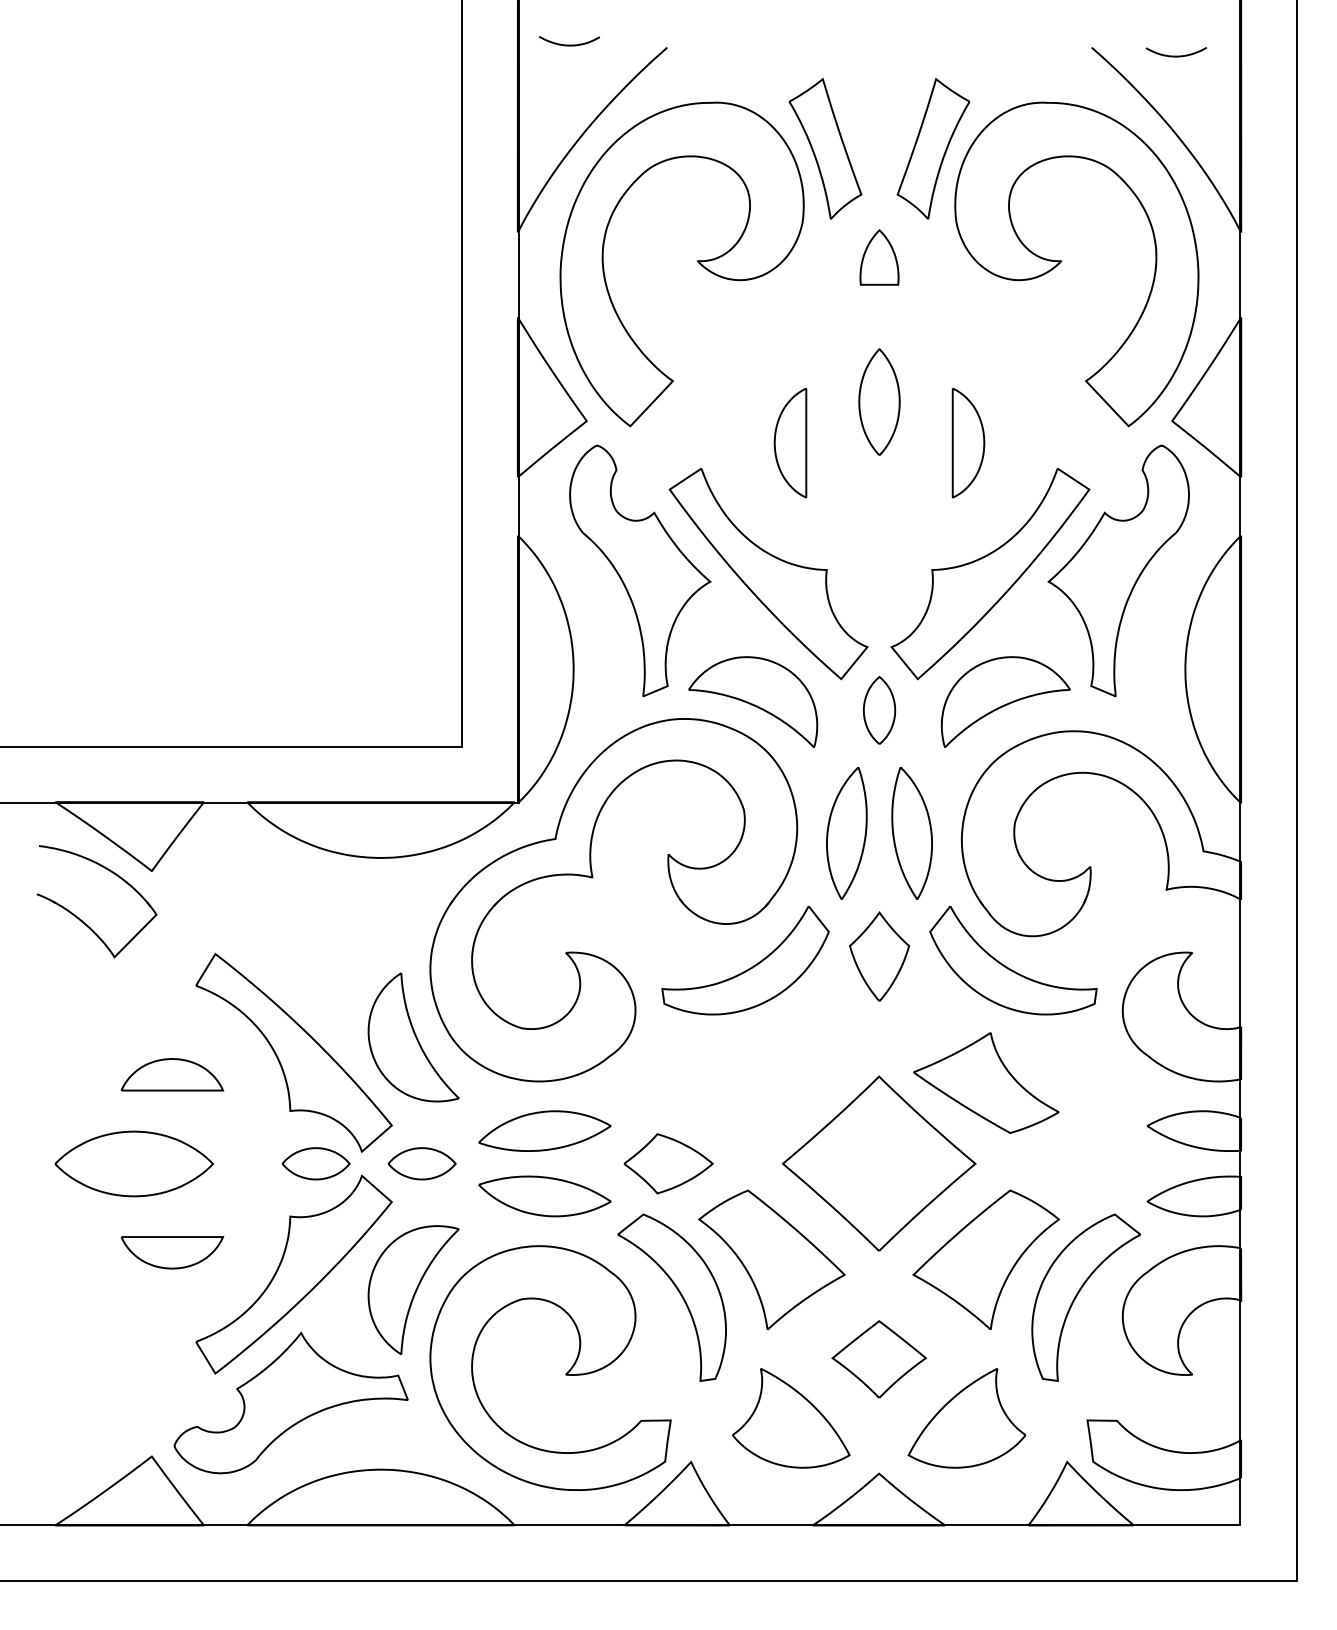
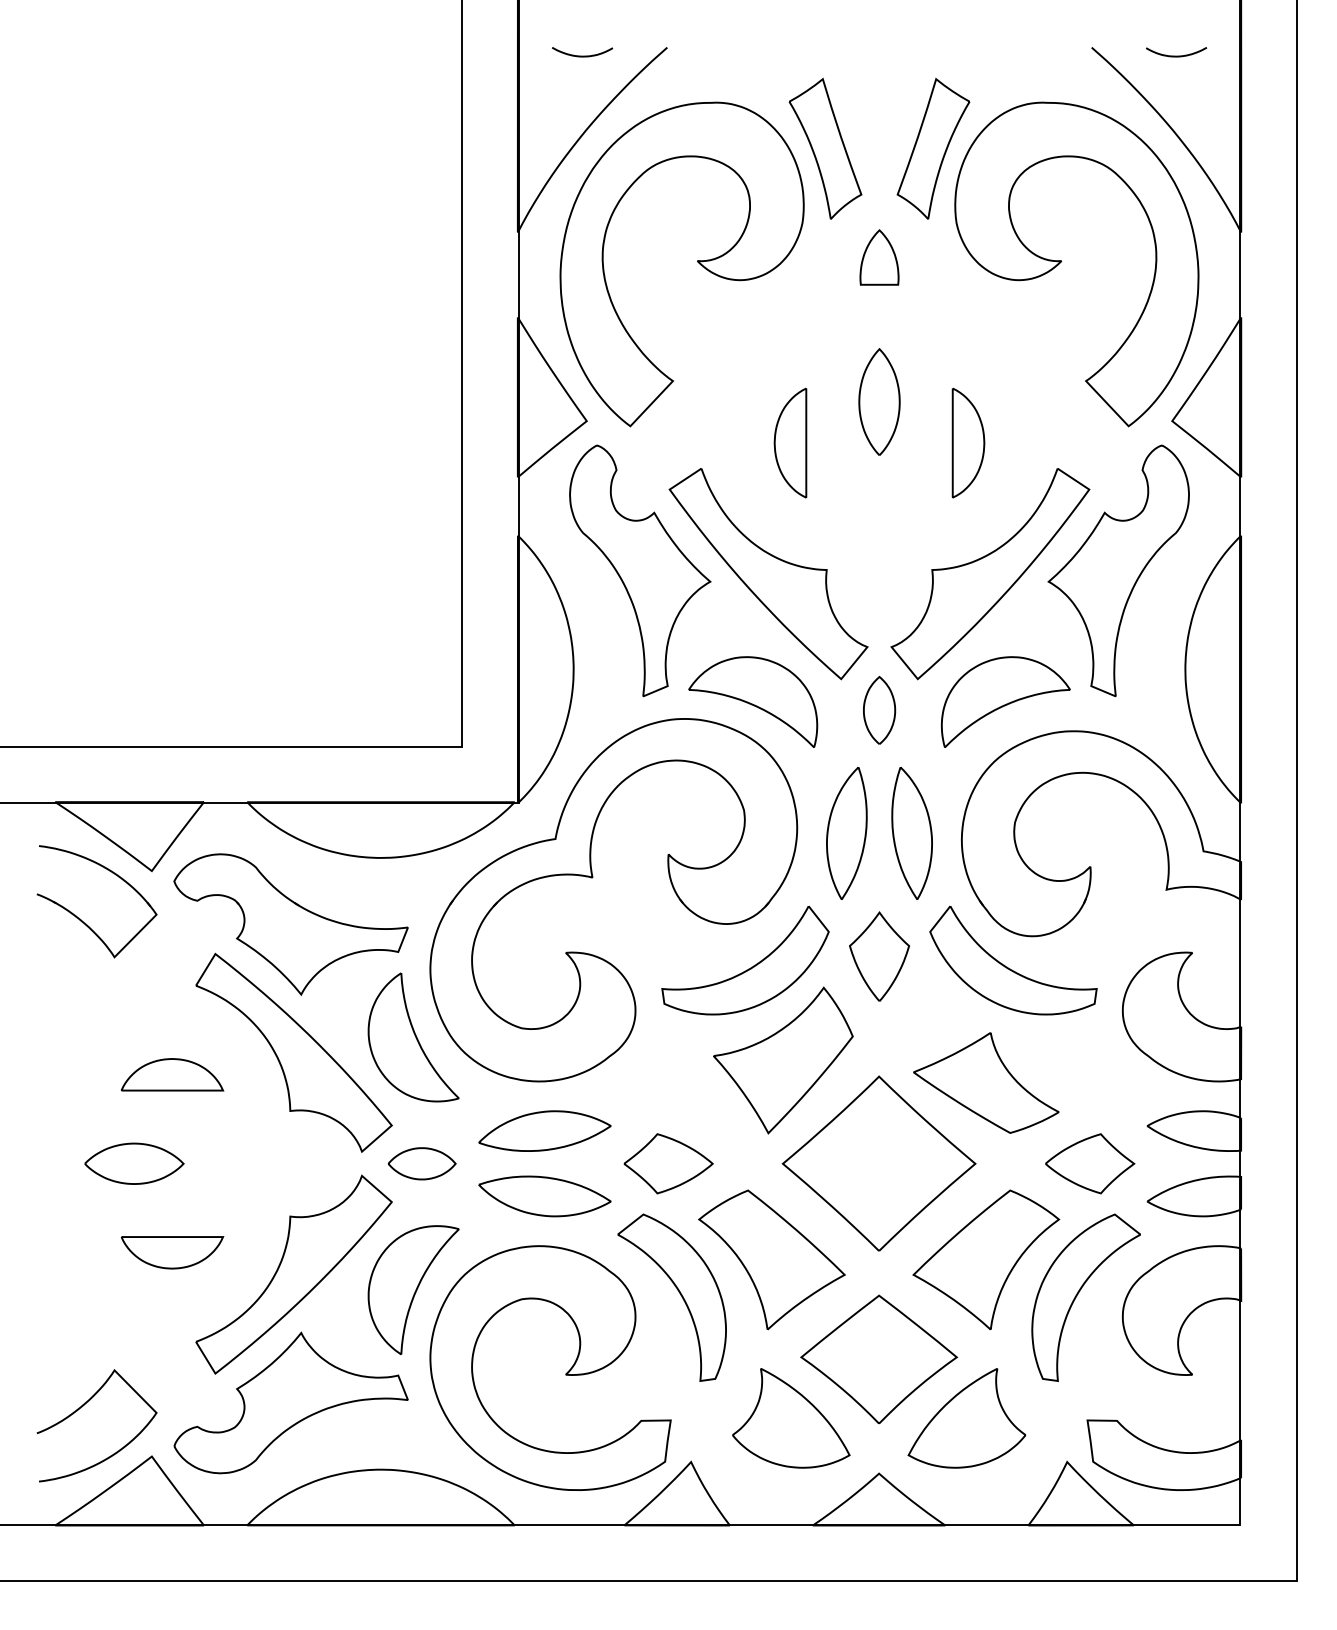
curve at (569, 44) position: (569, 44) -> (582, 55)
part at (290, 924): none -> present
part at (783, 1060): none -> present
part at (133, 1163) size: 160x68 px -> 101x43 px
part at (316, 1163): present -> none
part at (1090, 1163): none -> present
part at (879, 1359) size: 97x79 px -> 159x131 px
curve at (82, 1407): none -> present
